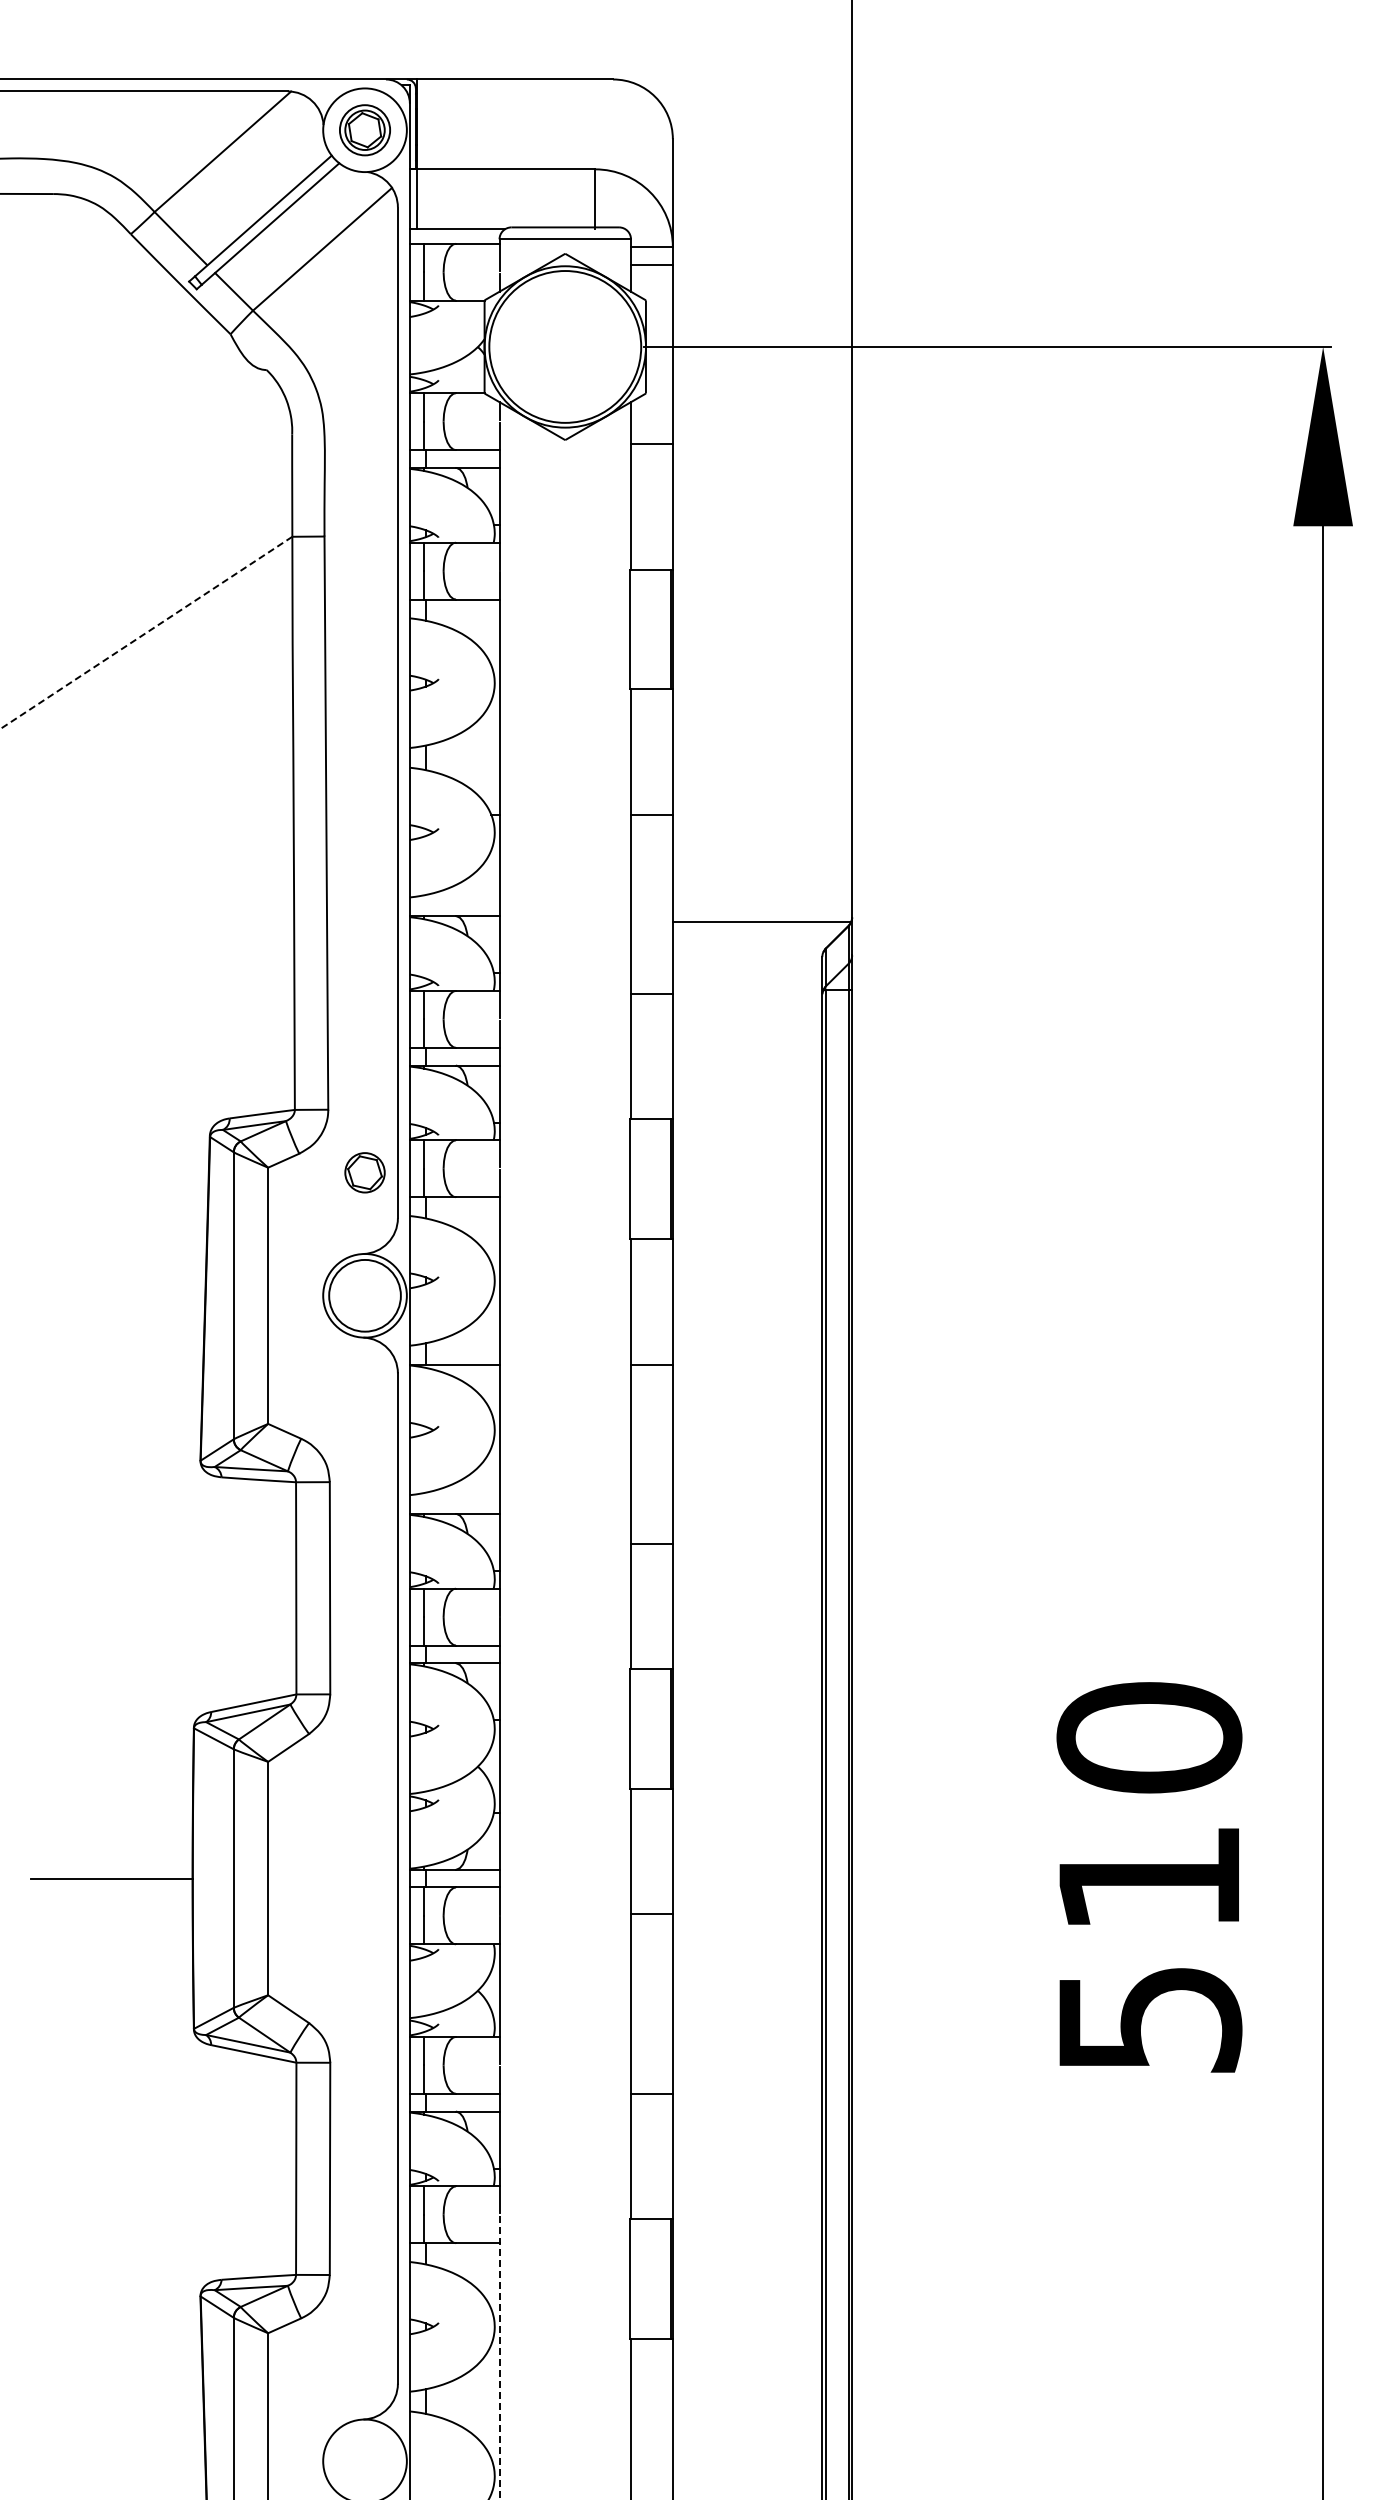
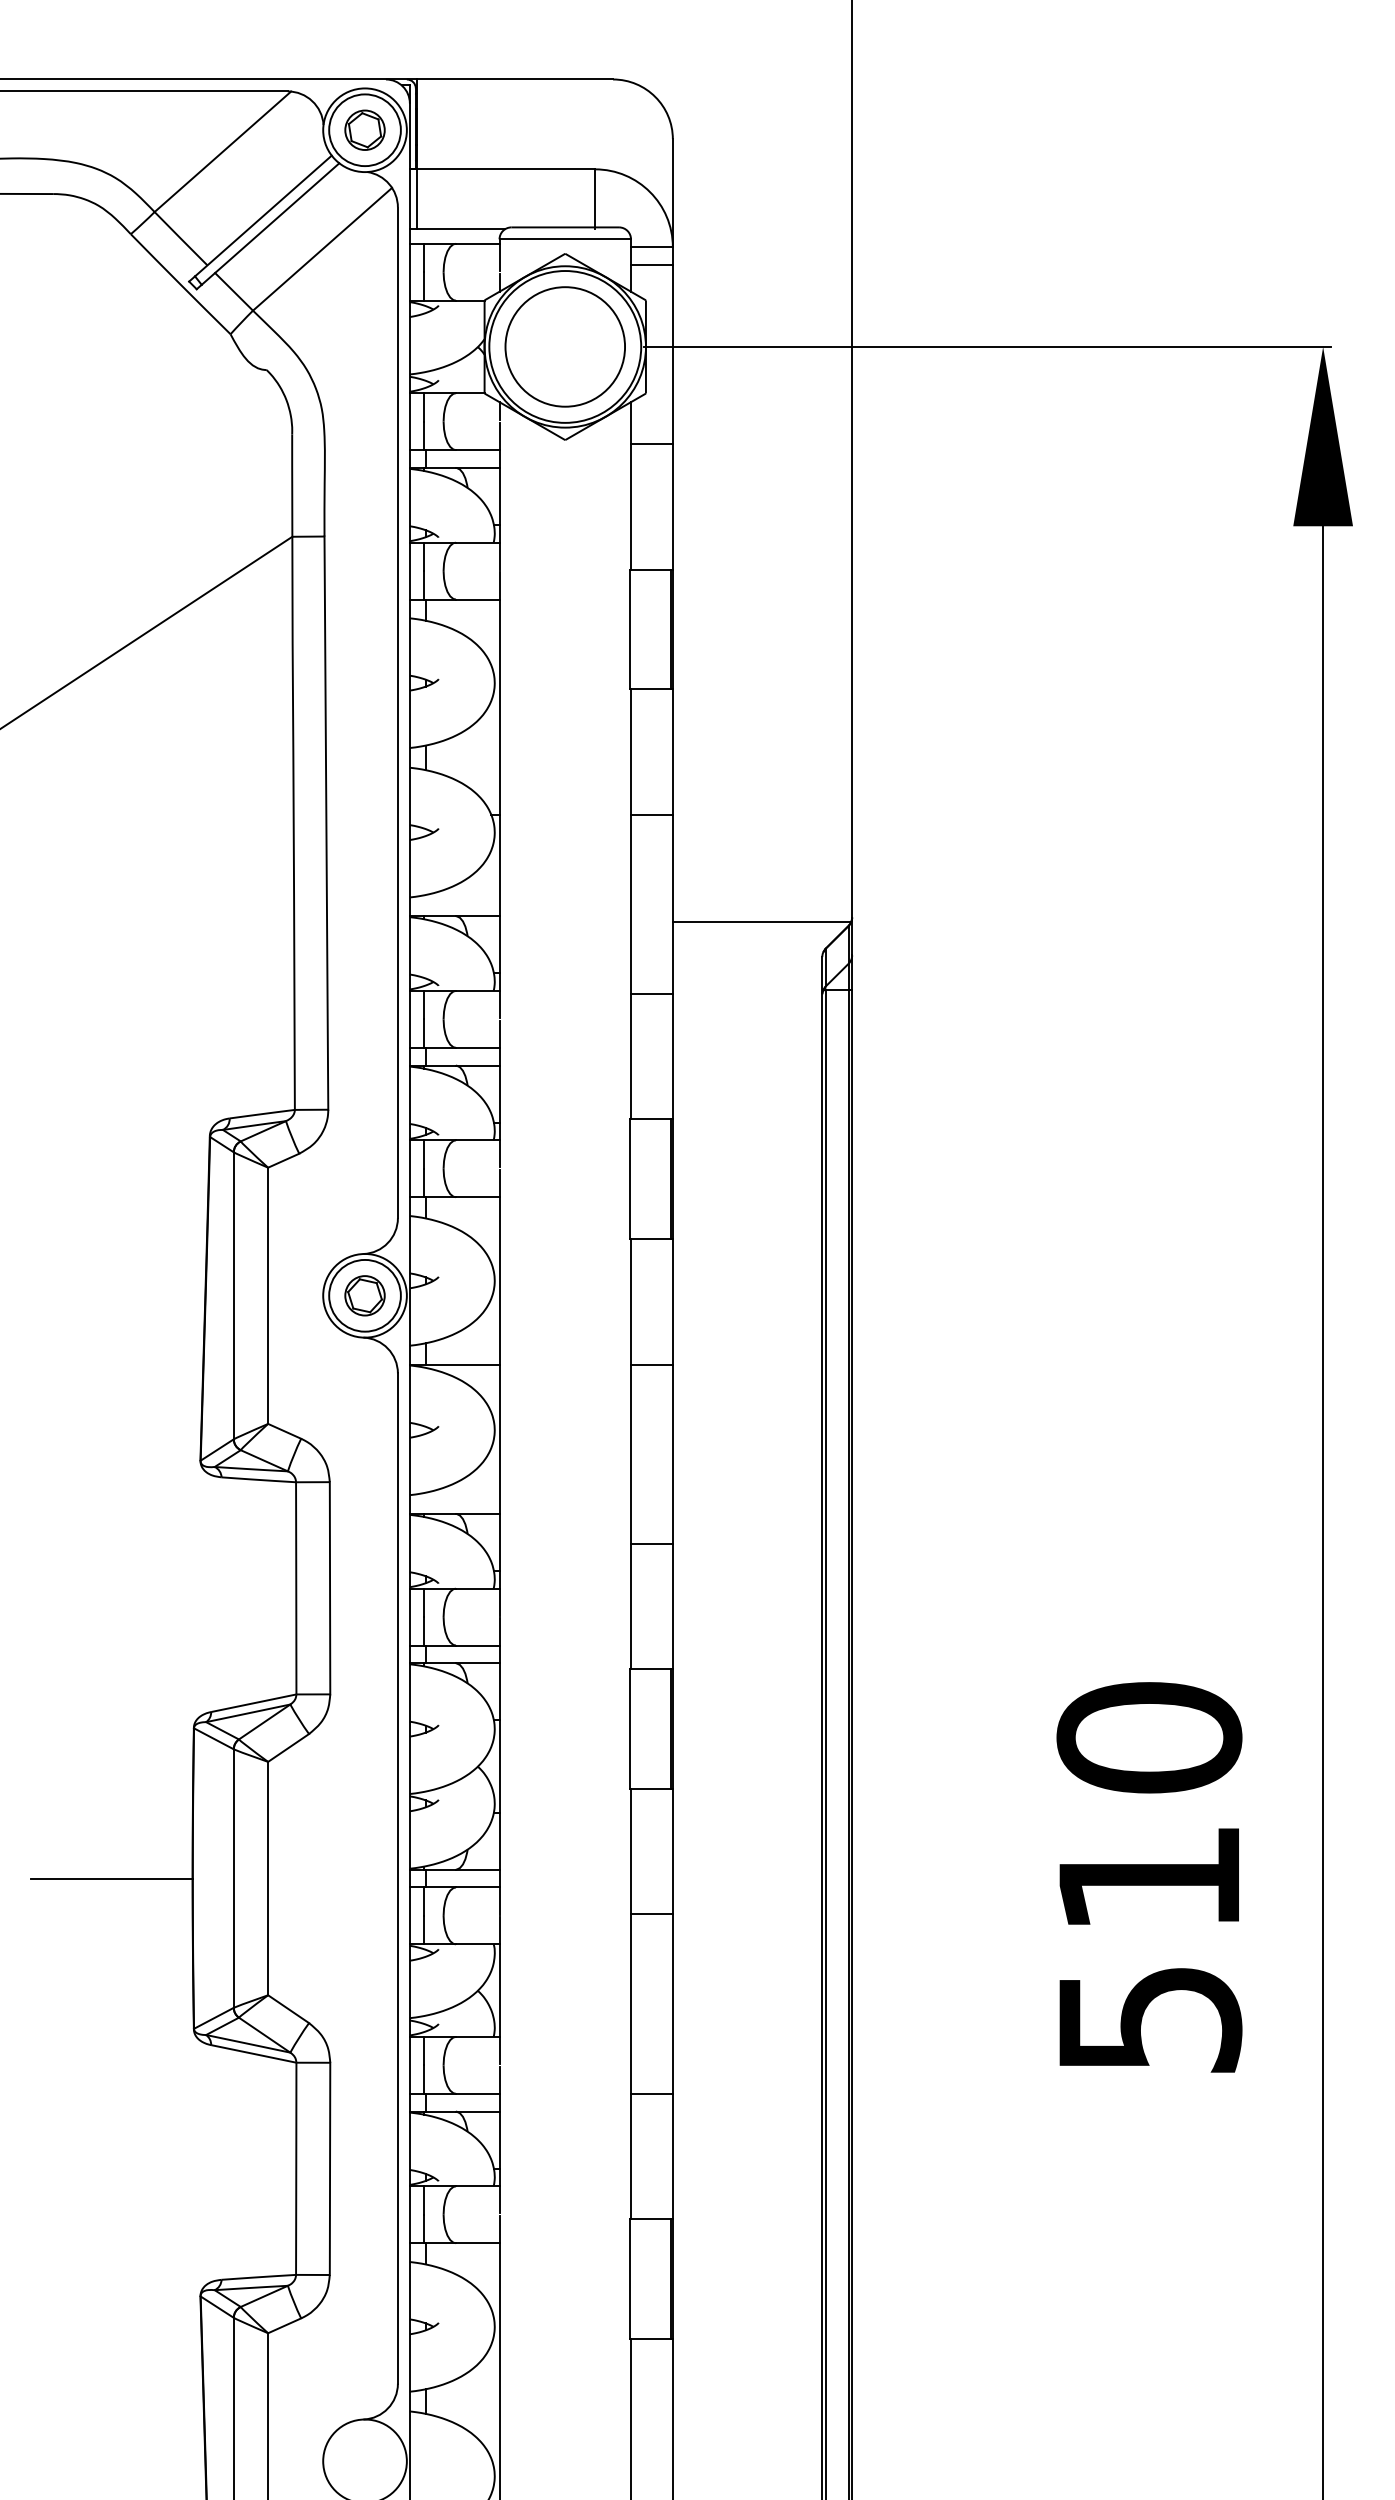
circle at (364, 130) diameter: 50 px -> 72 px
circle at (564, 346): none -> present
line at (146, 632): dashed -> solid
part at (364, 1172) position: (364, 1172) -> (364, 1295)
line at (499, 2358): dashed -> solid
